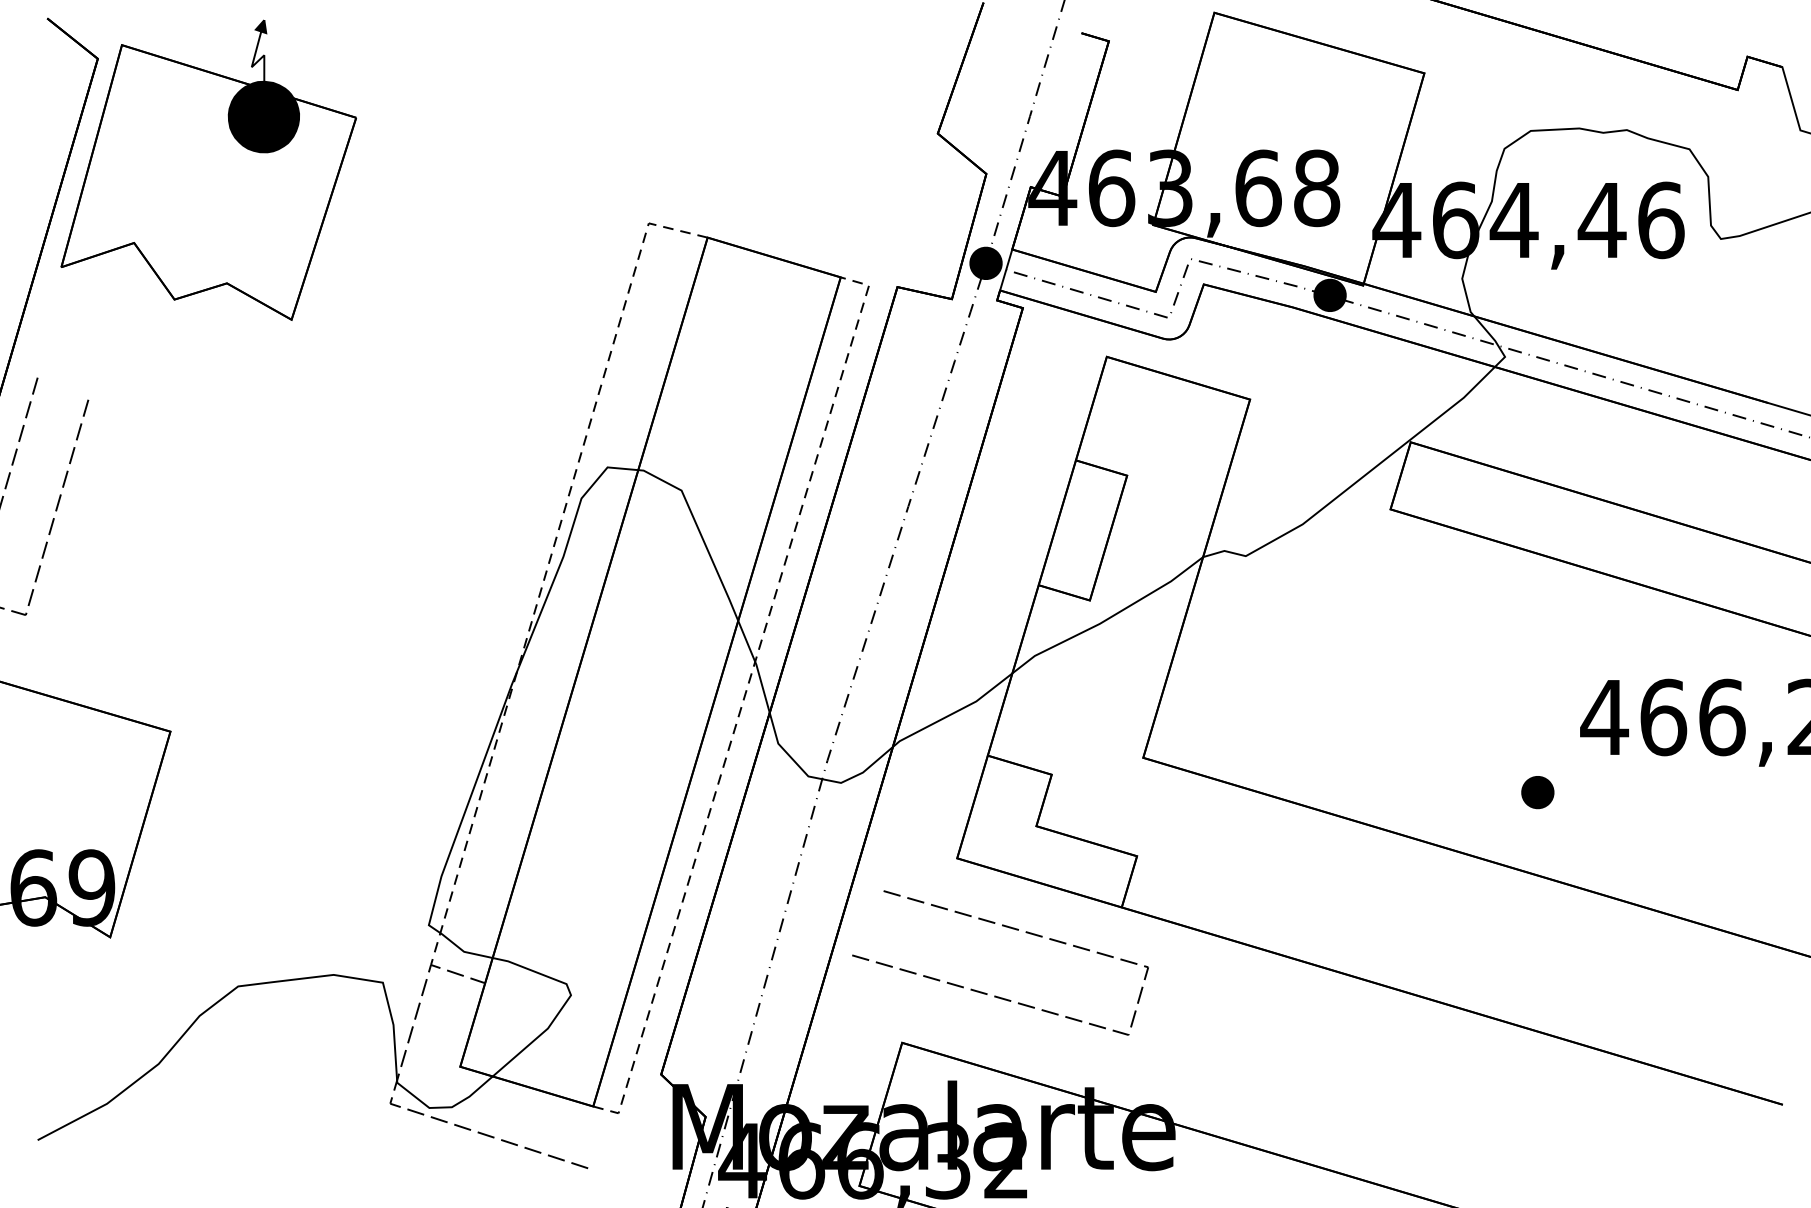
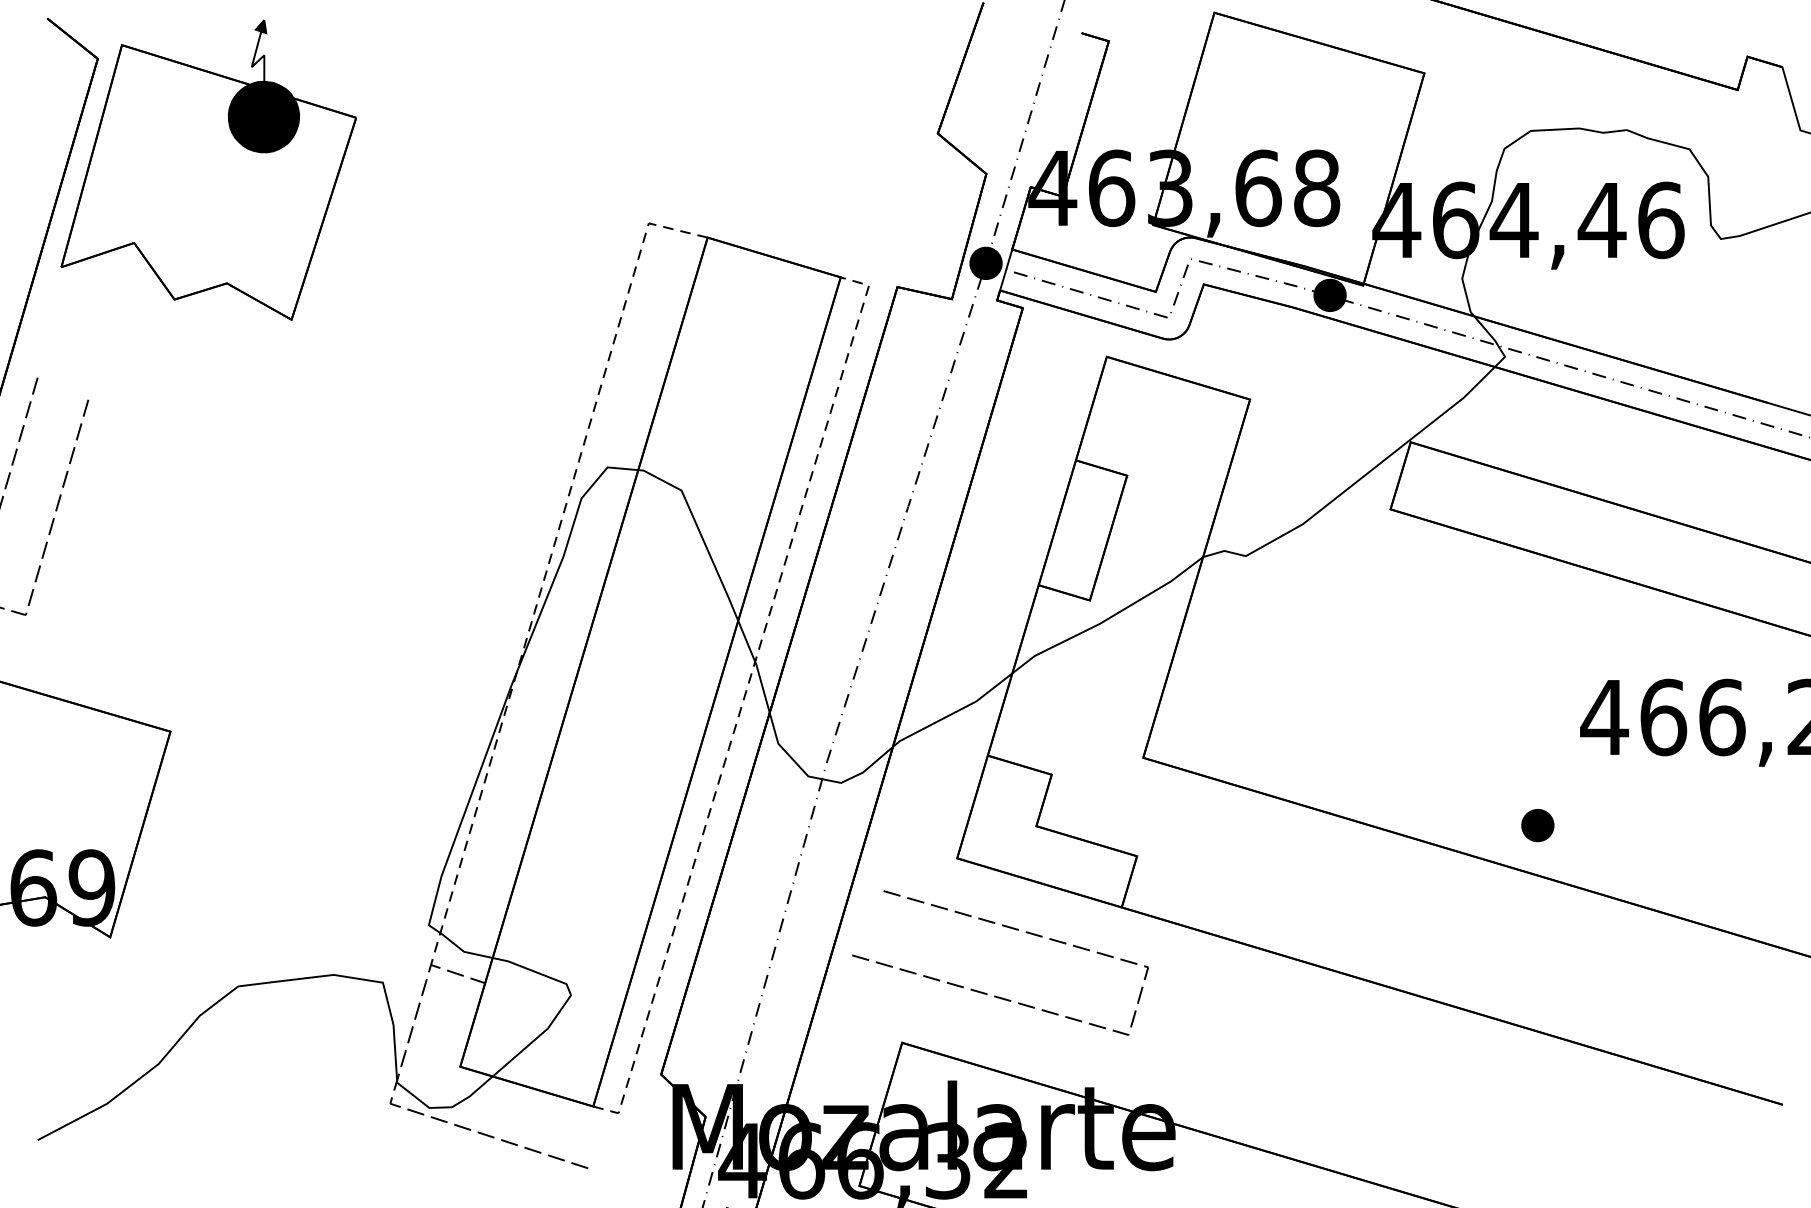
part at (1537, 792) position: (1537, 792) -> (1537, 825)
